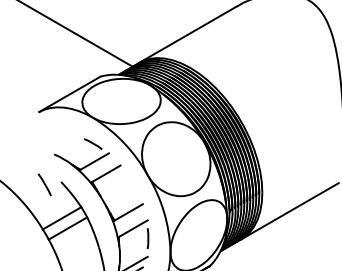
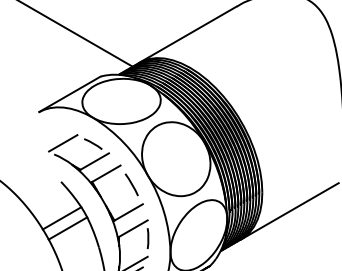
line at (63, 143): none -> present
line at (44, 184) position: (44, 184) -> (131, 184)
